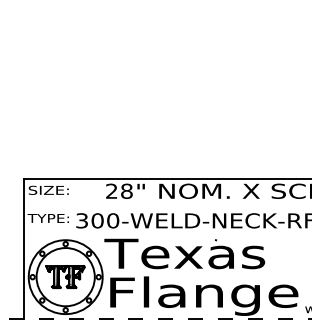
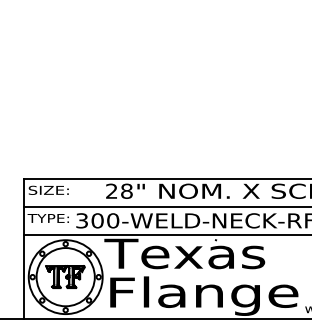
line at (165, 207): none -> present
line at (165, 235): none -> present
line at (156, 319): dashed -> solid
